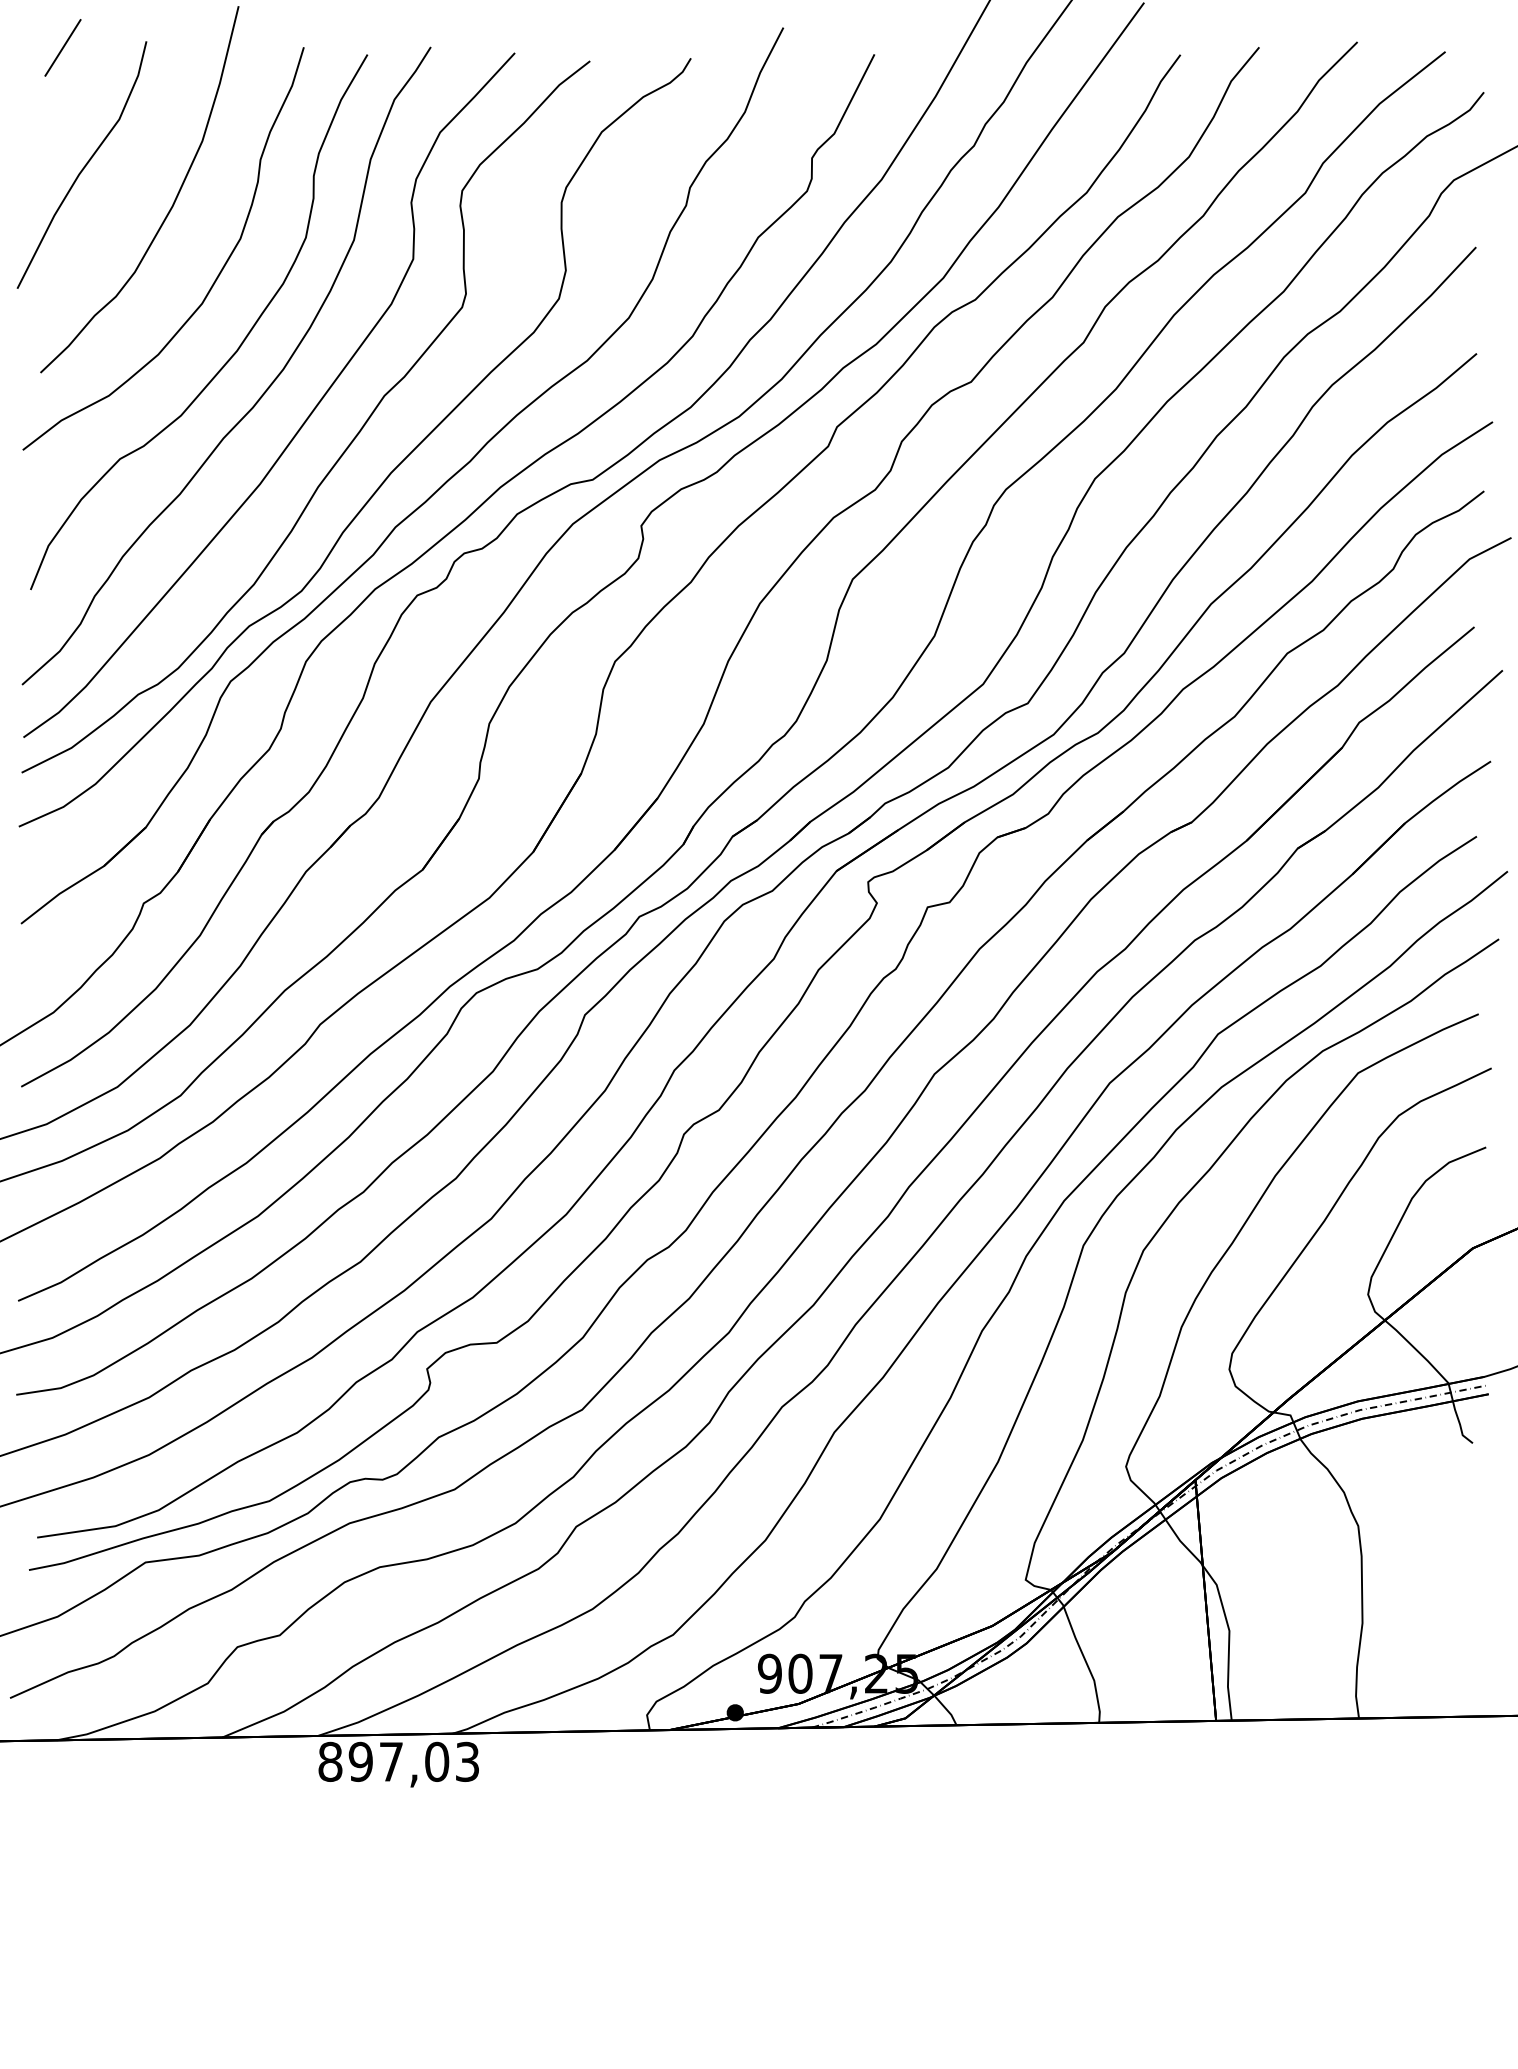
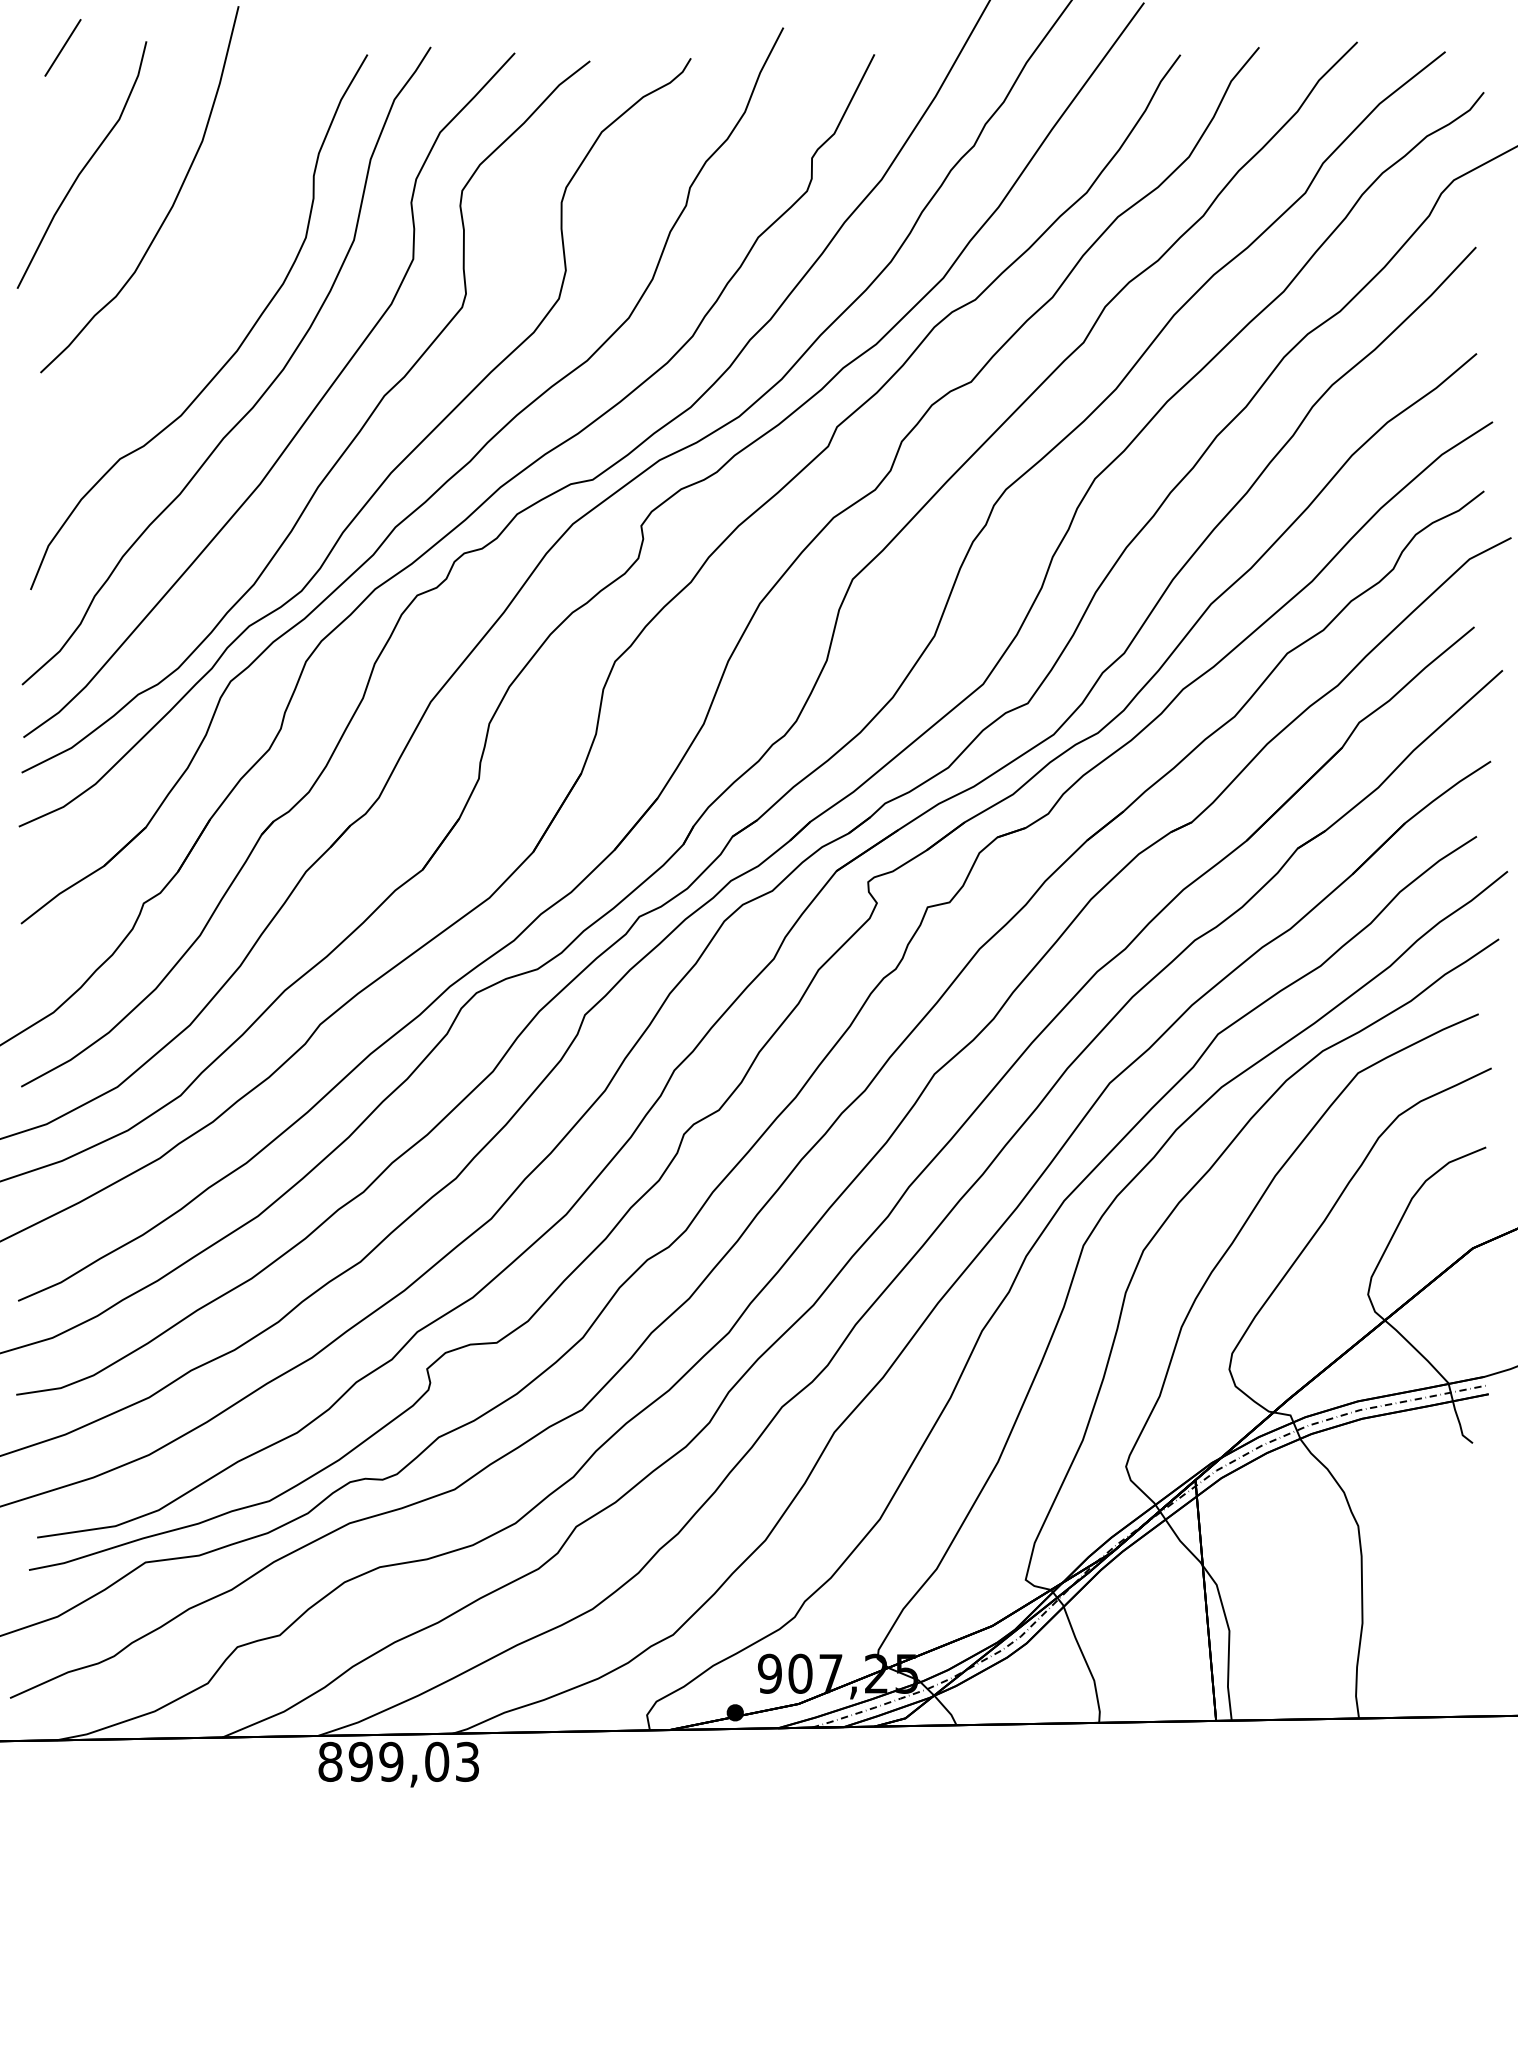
curve at (215, 278): present -> none
text at (391, 1761): 897,03 -> 899,03
